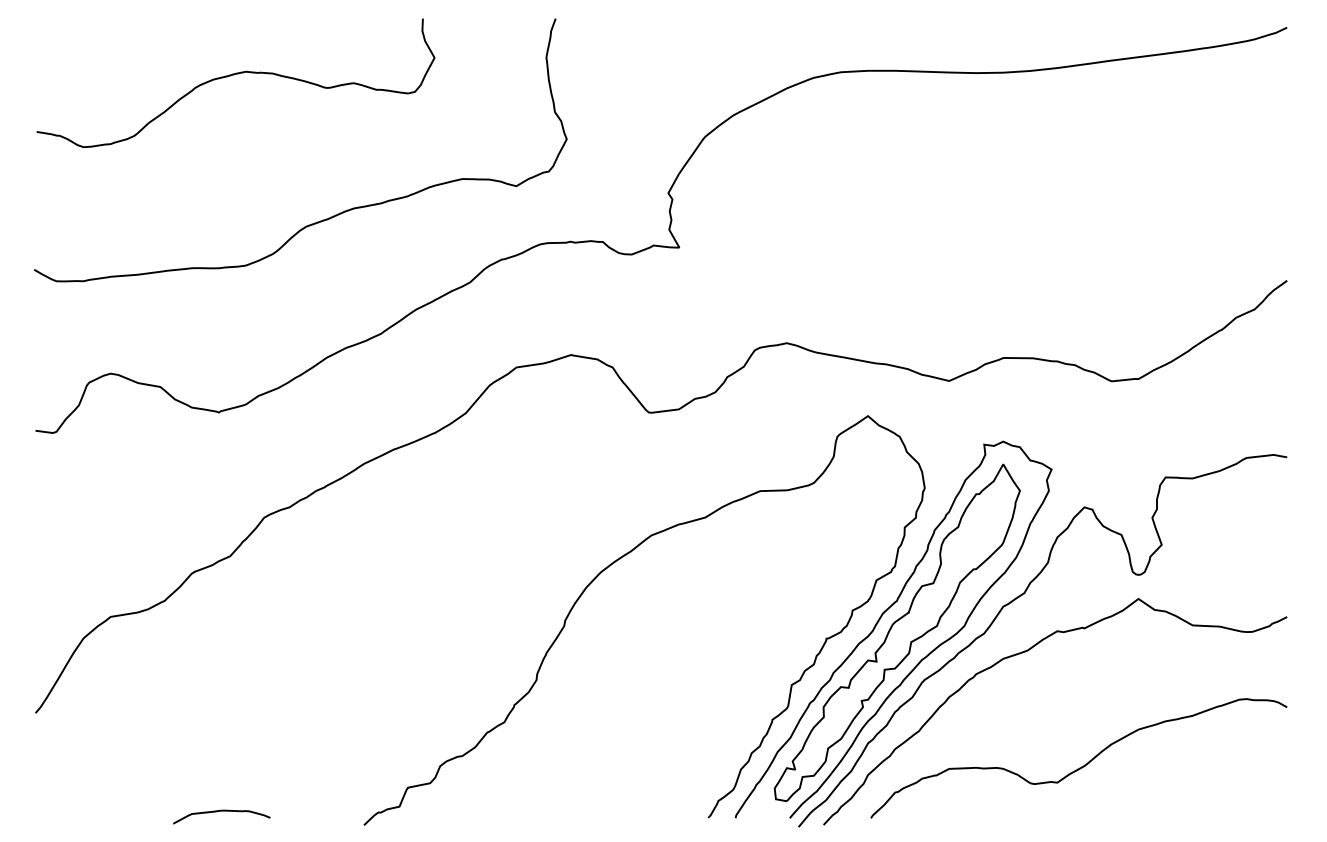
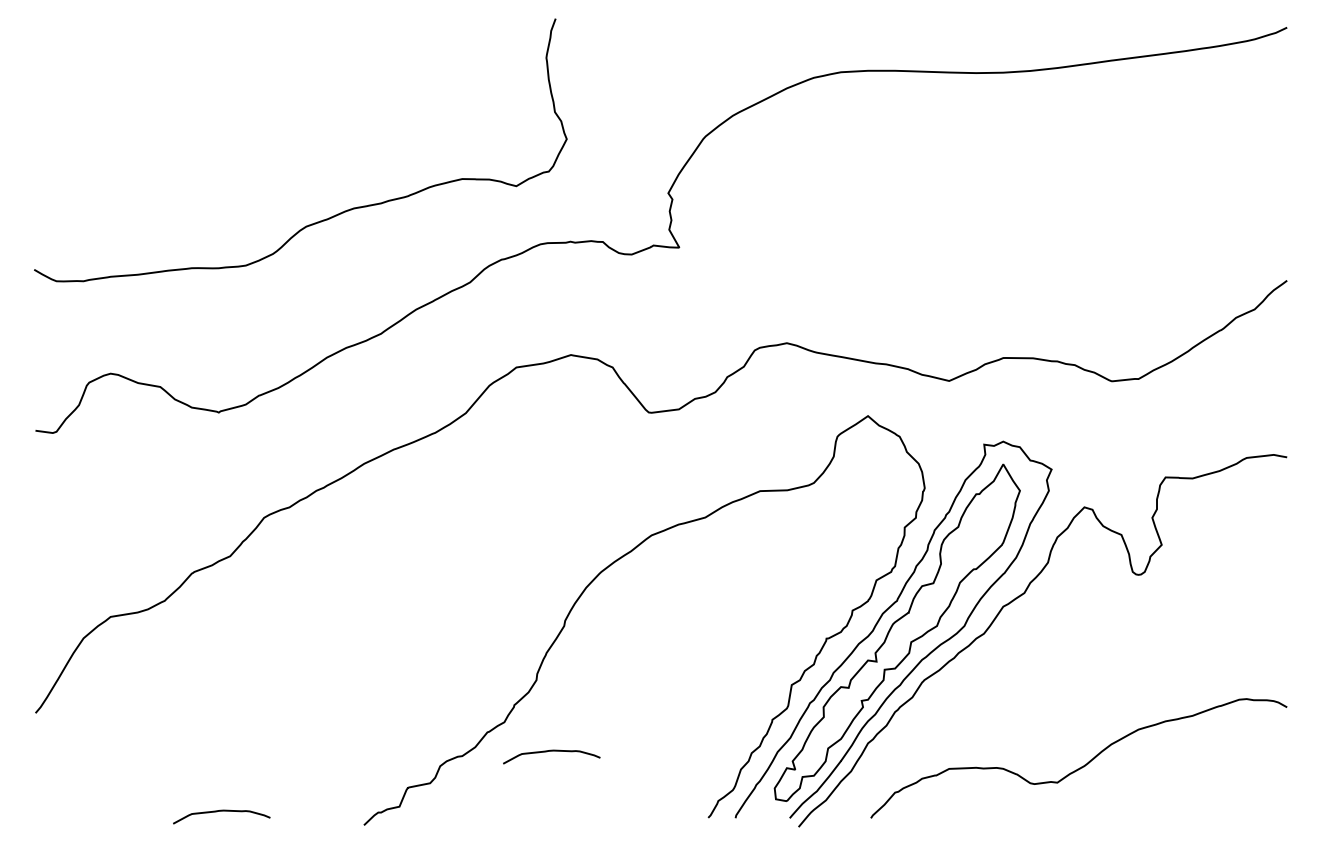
curve at (234, 75): present -> none
curve at (1028, 651): present -> none
curve at (551, 751): none -> present
